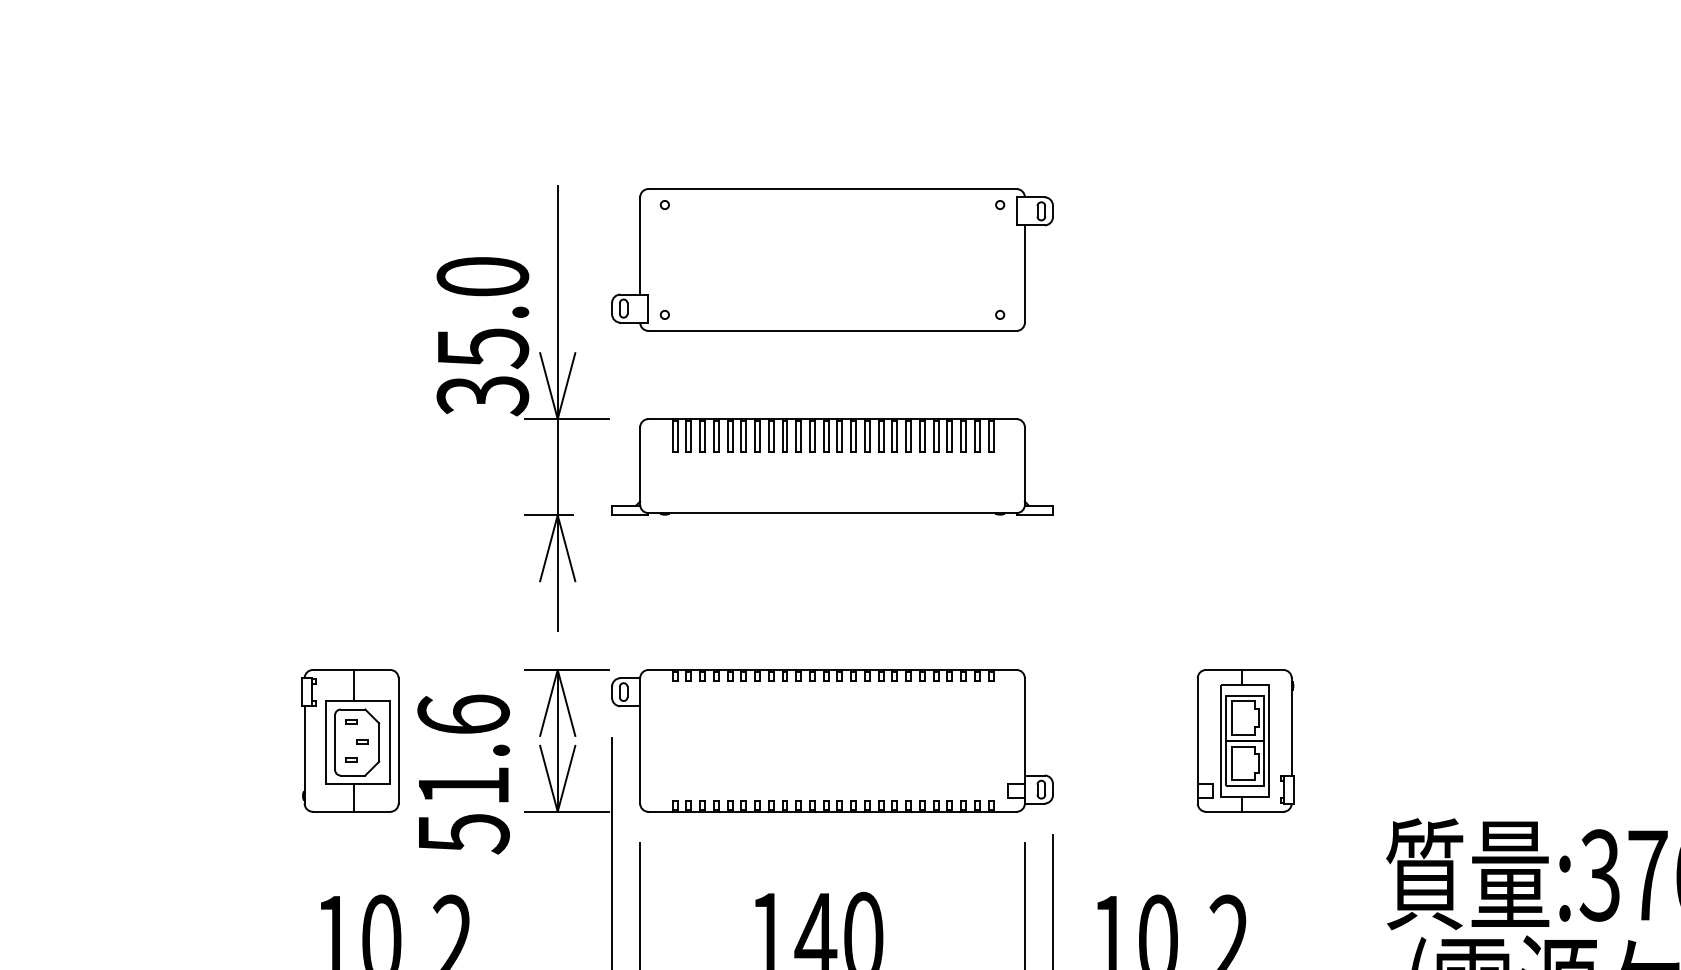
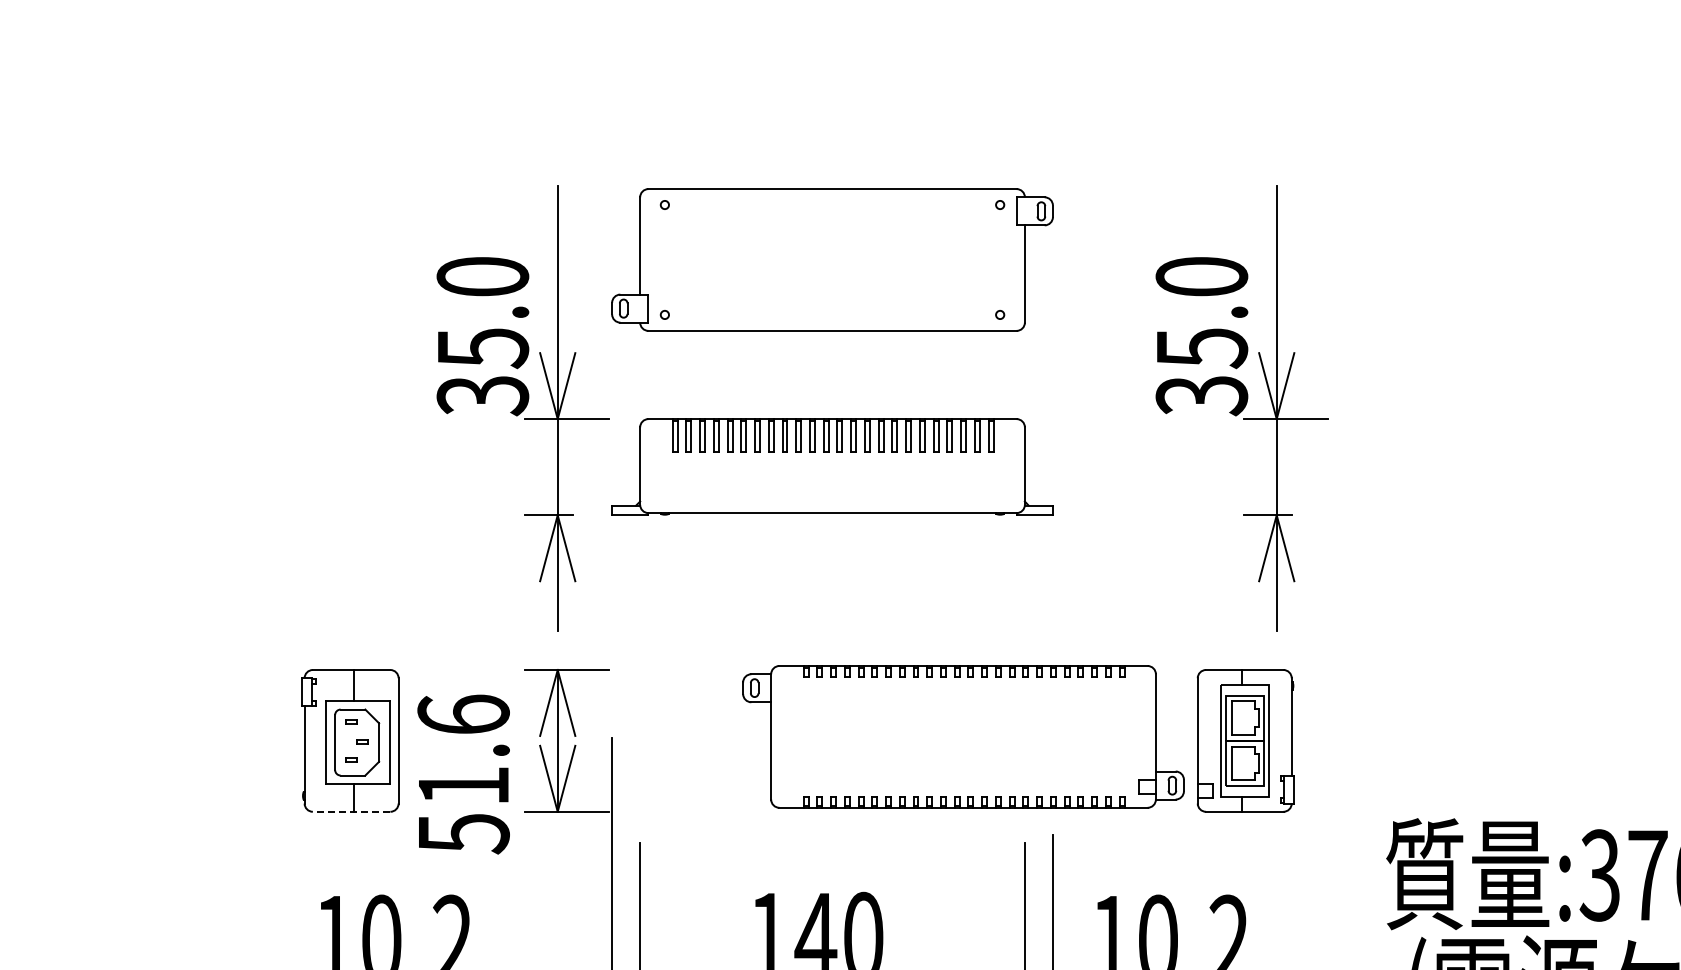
part at (1241, 408): none -> present
part at (832, 740) position: (832, 740) -> (963, 736)
line at (351, 811): solid -> dashed
